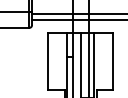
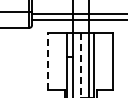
line at (48, 61): solid -> dashed
line at (80, 65): solid -> dashed
